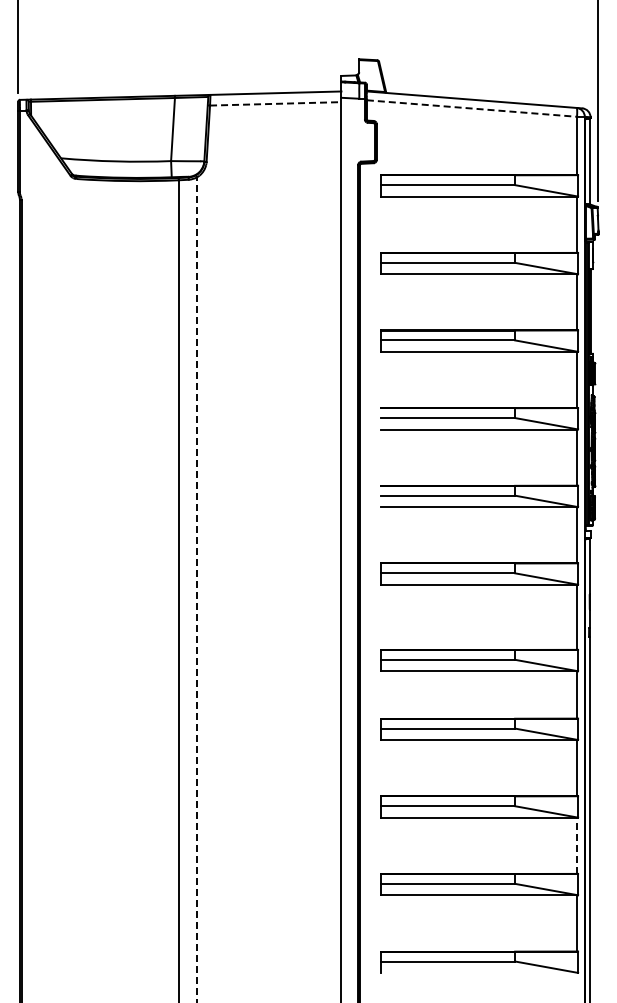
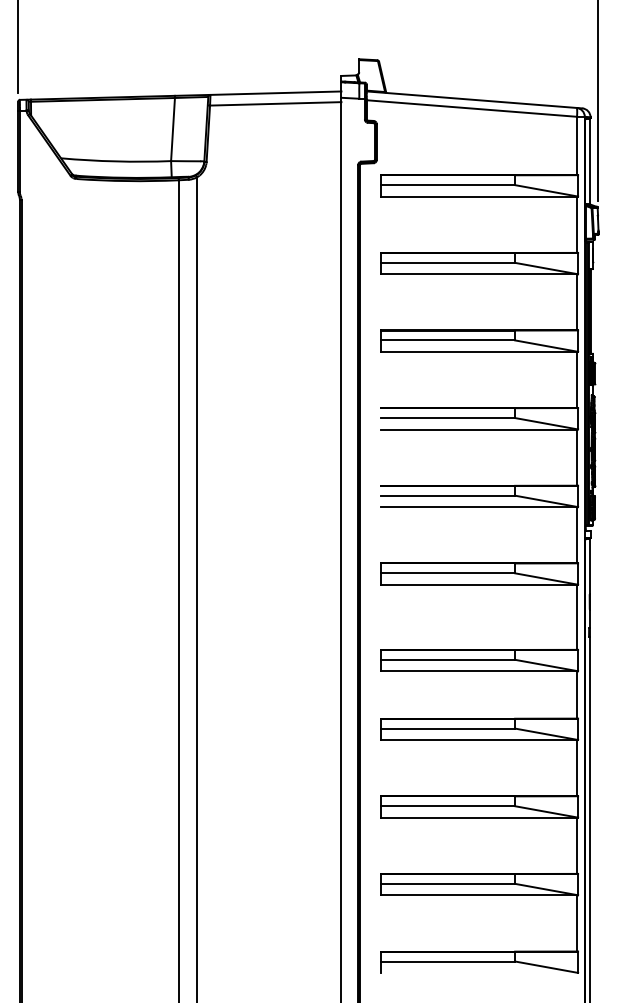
line at (275, 103): dashed -> solid
line at (472, 108): dashed -> solid
line at (197, 589): dashed -> solid
line at (577, 845): dashed -> solid
